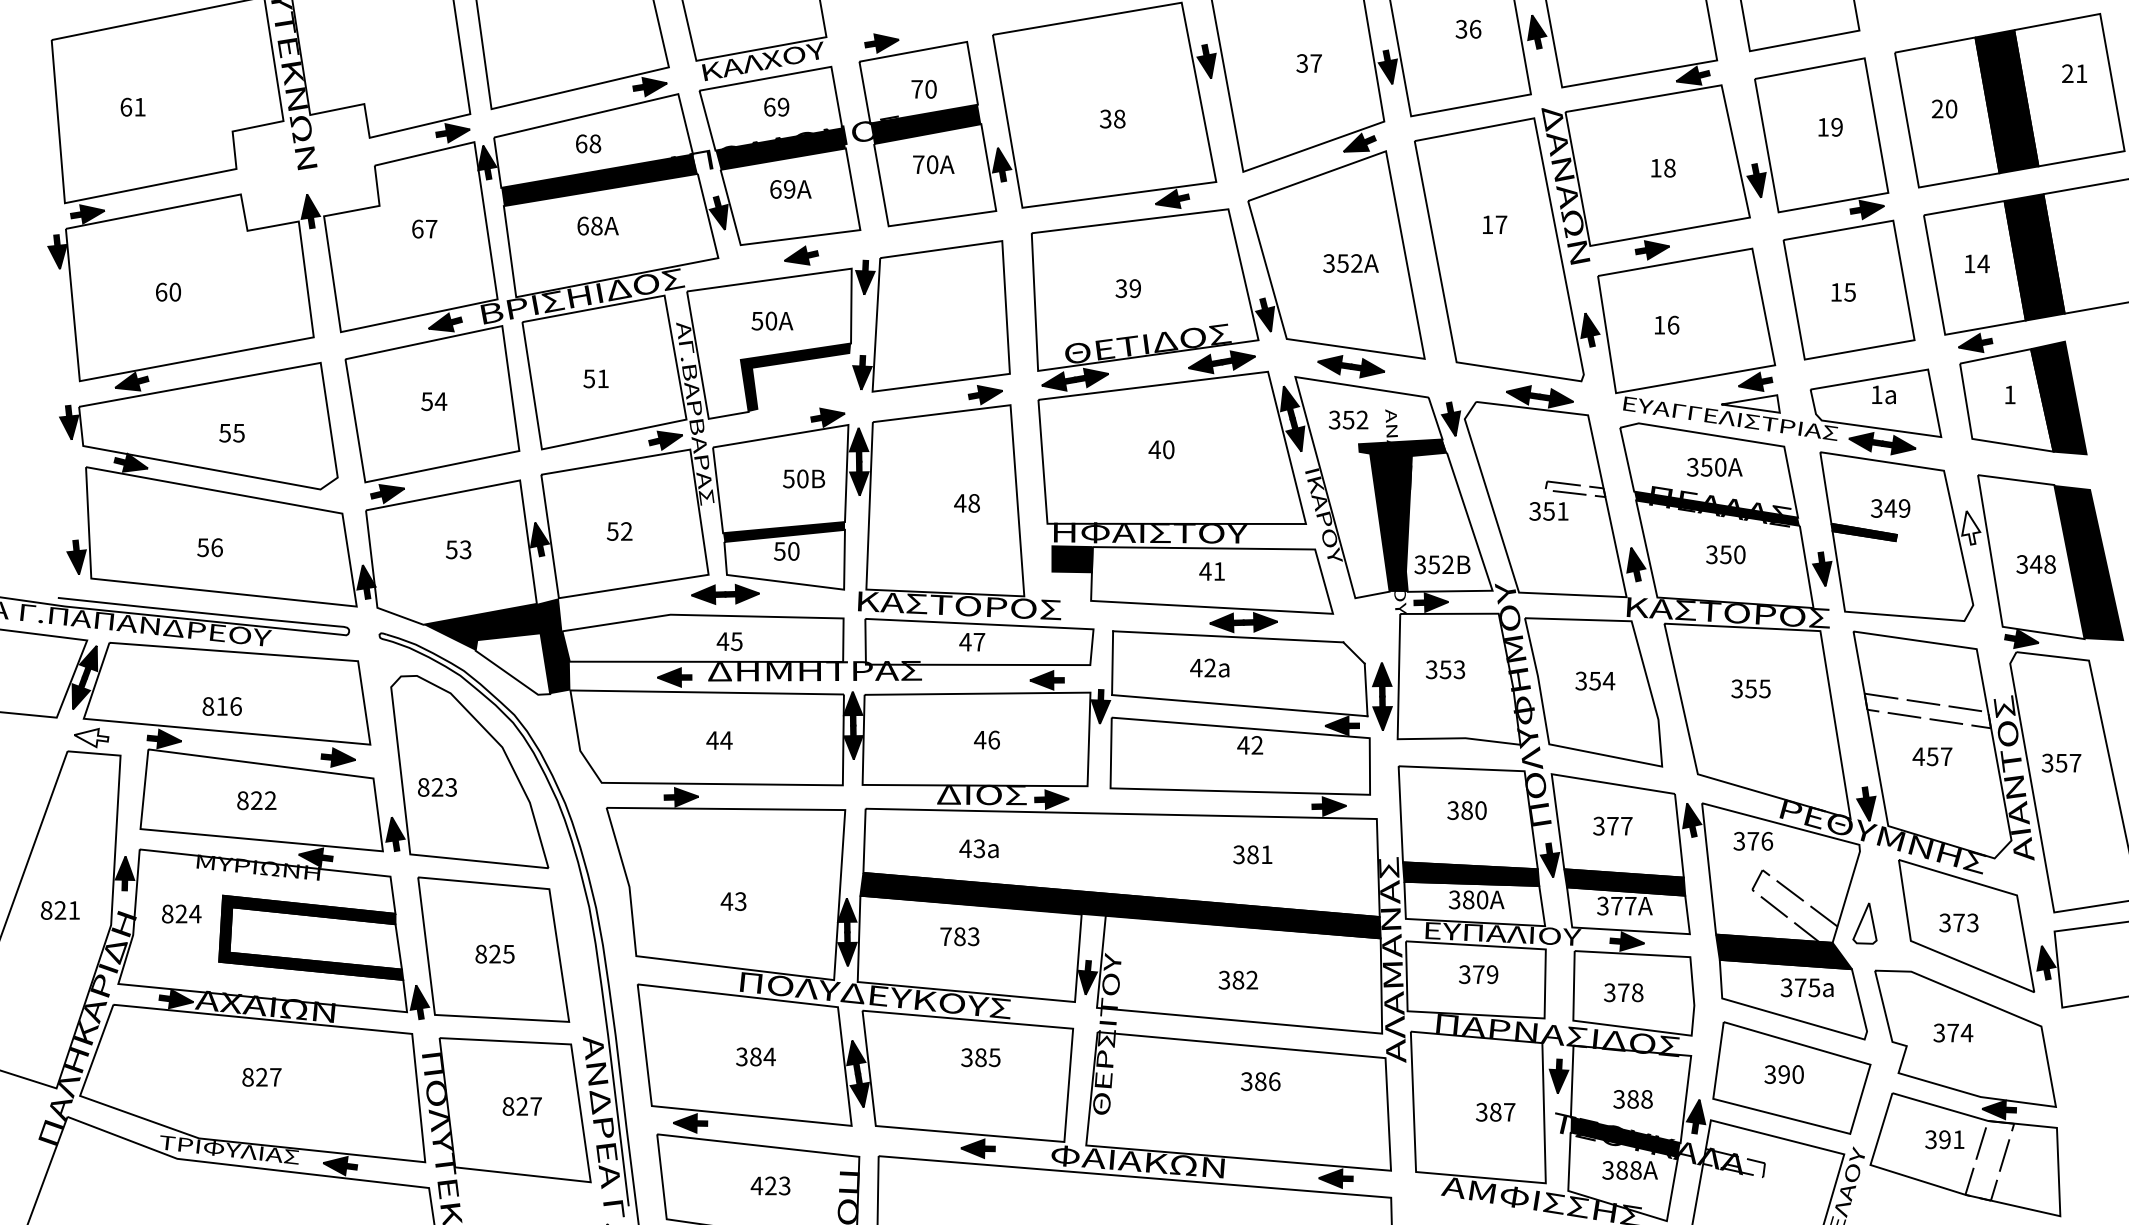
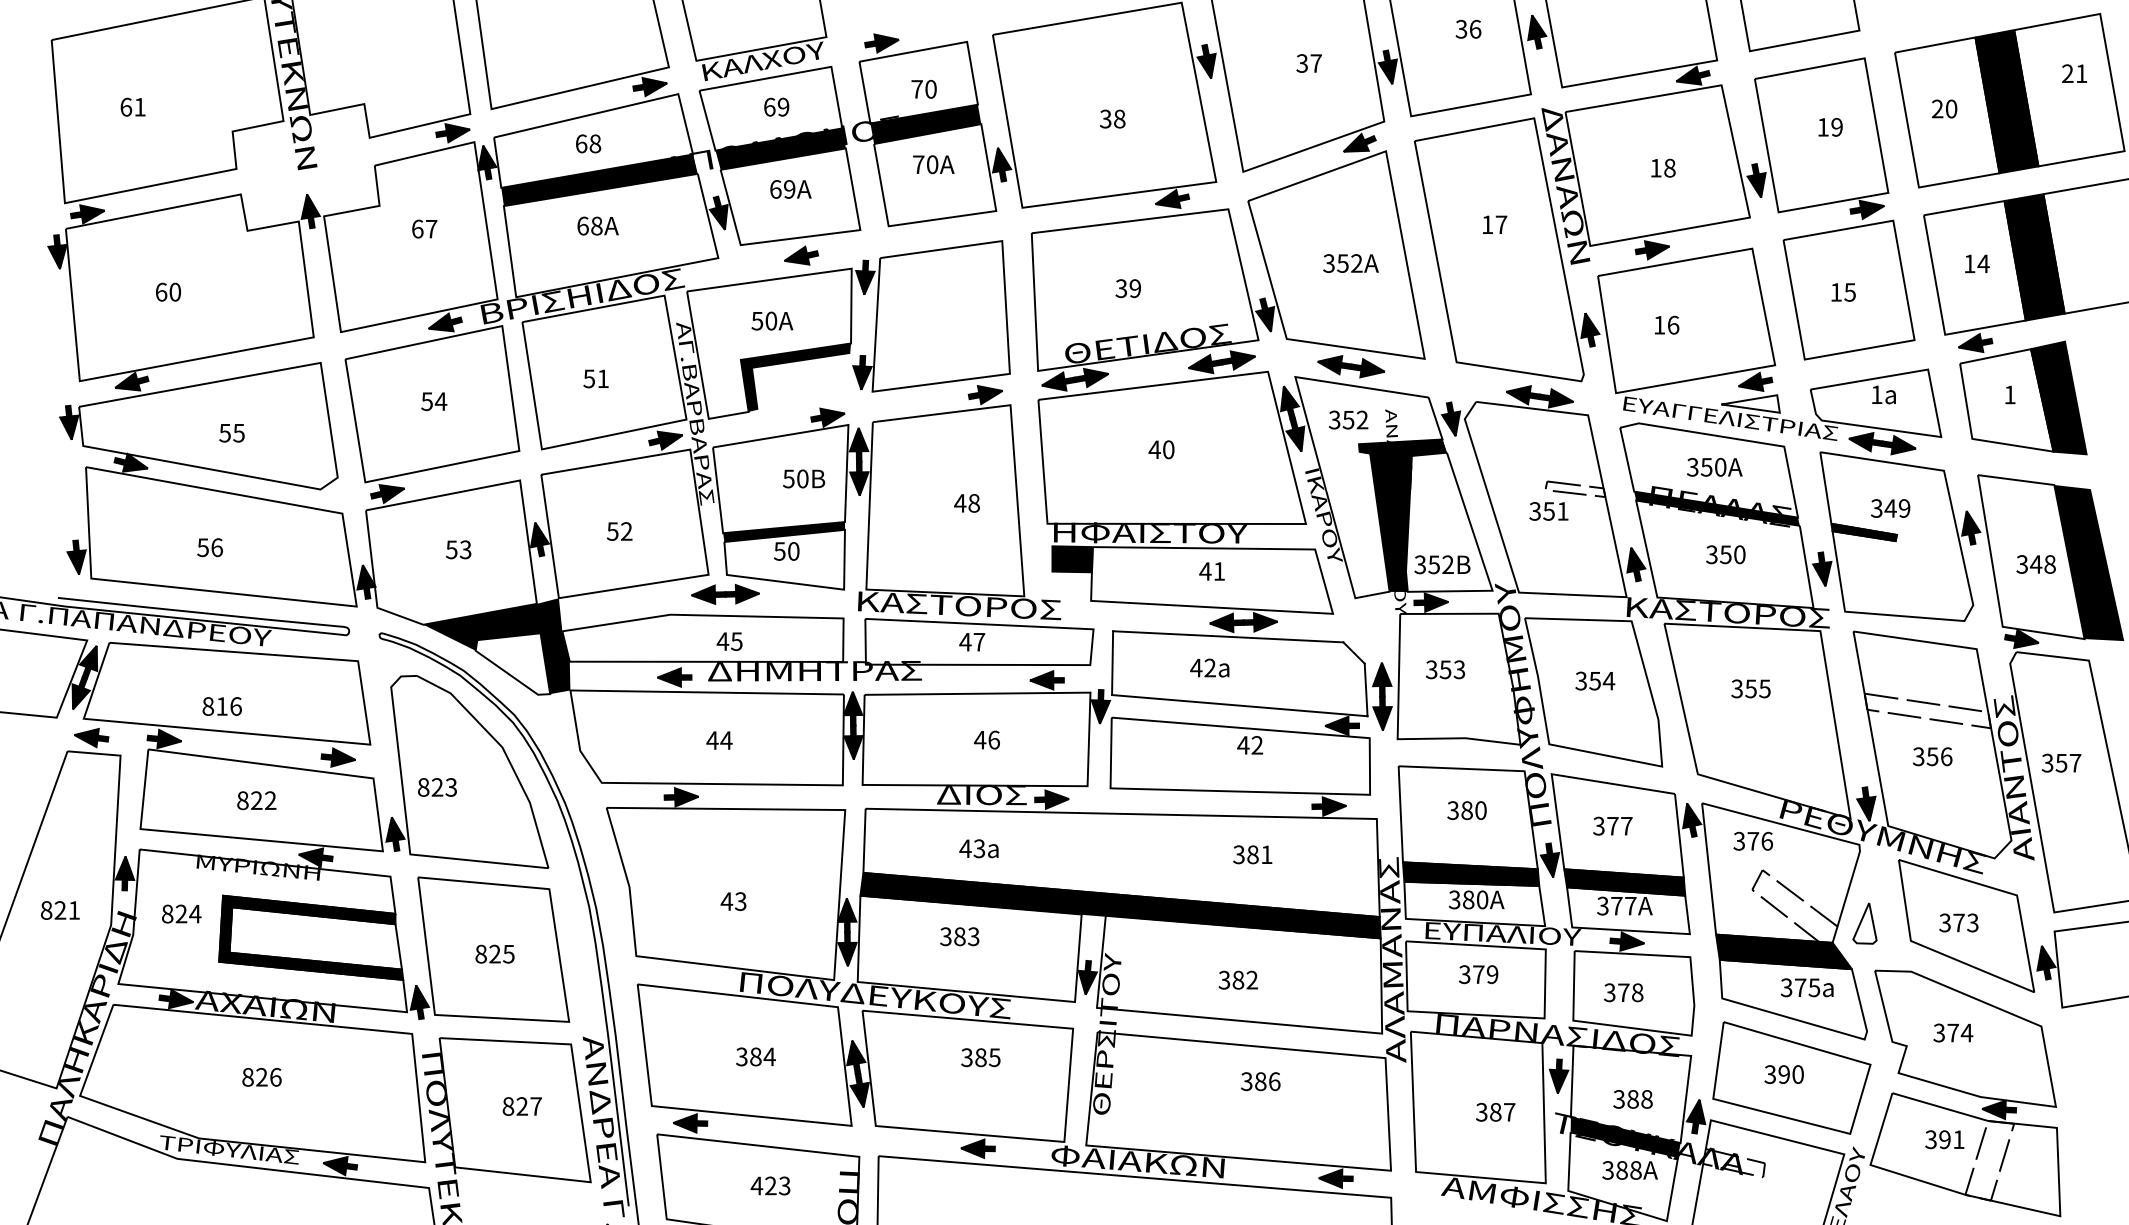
fill at (1971, 527): none -> present
fill at (91, 737): none -> present
text at (1932, 756): 457 -> 356
text at (945, 936): 783 -> 383
text at (275, 1076): 827 -> 826
